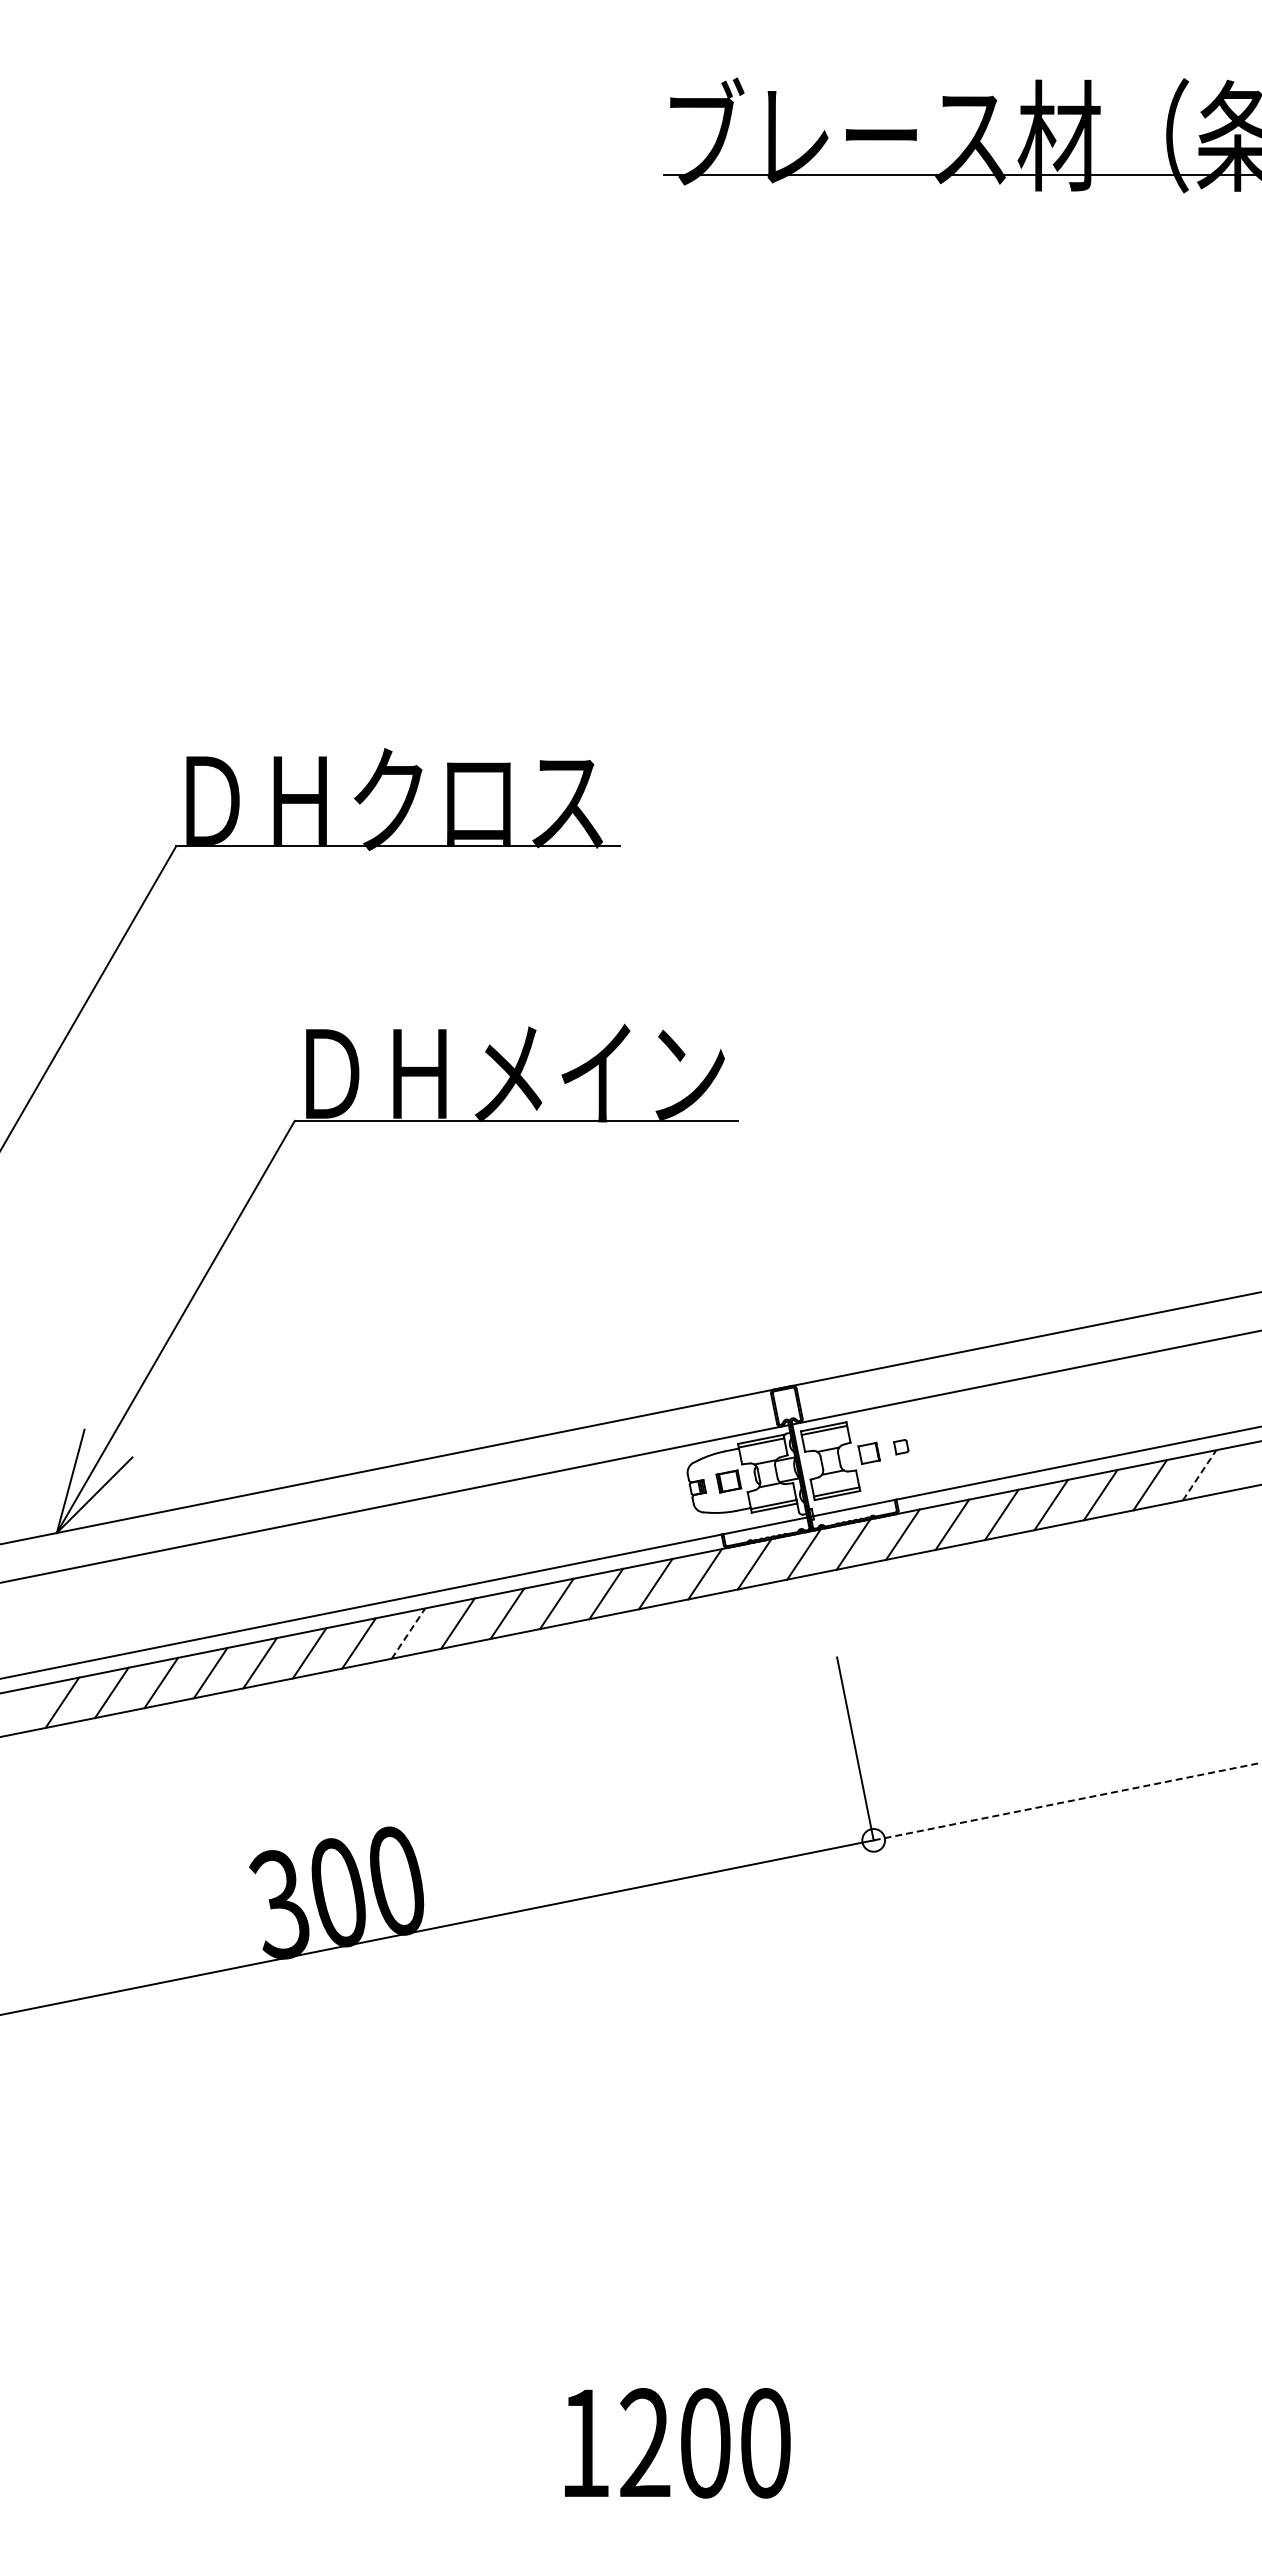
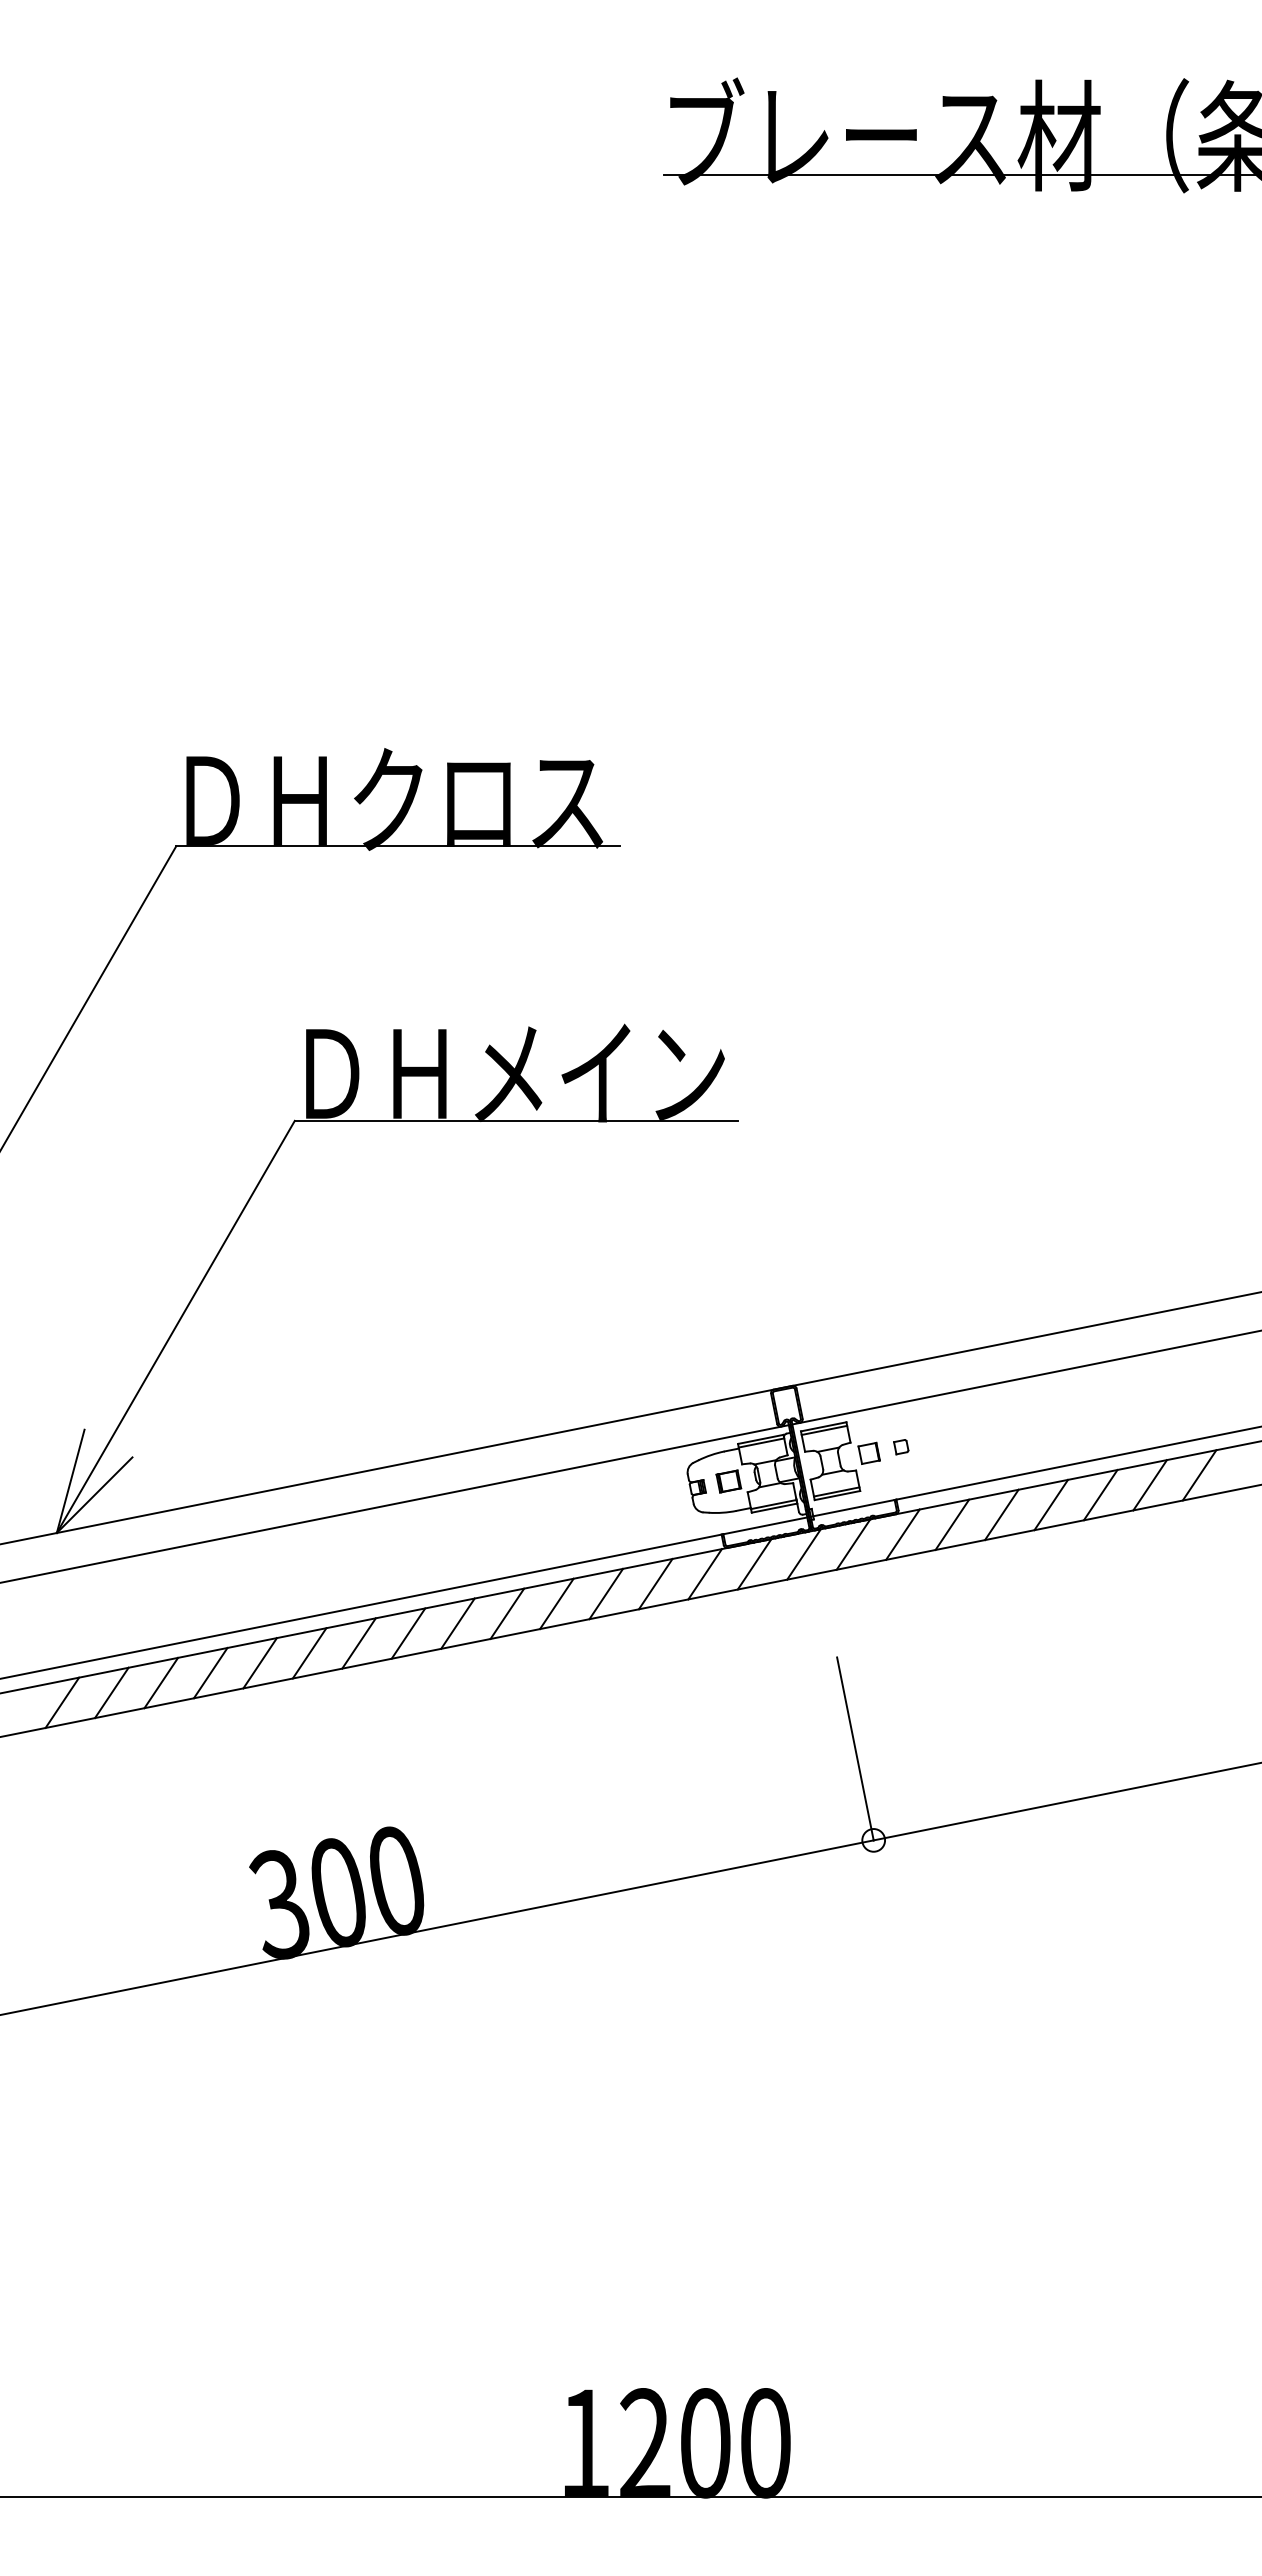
line at (1199, 1474): dashed -> solid
line at (408, 1633): dashed -> solid
line at (1067, 1801): dashed -> solid
line at (630, 2496): none -> present
